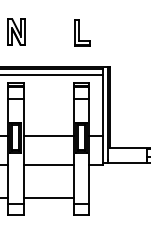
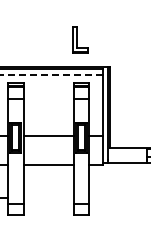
part at (16, 31): present -> none
part at (82, 32) position: (82, 32) -> (80, 39)
line at (51, 75): solid -> dashed
line at (48, 197): present -> none
